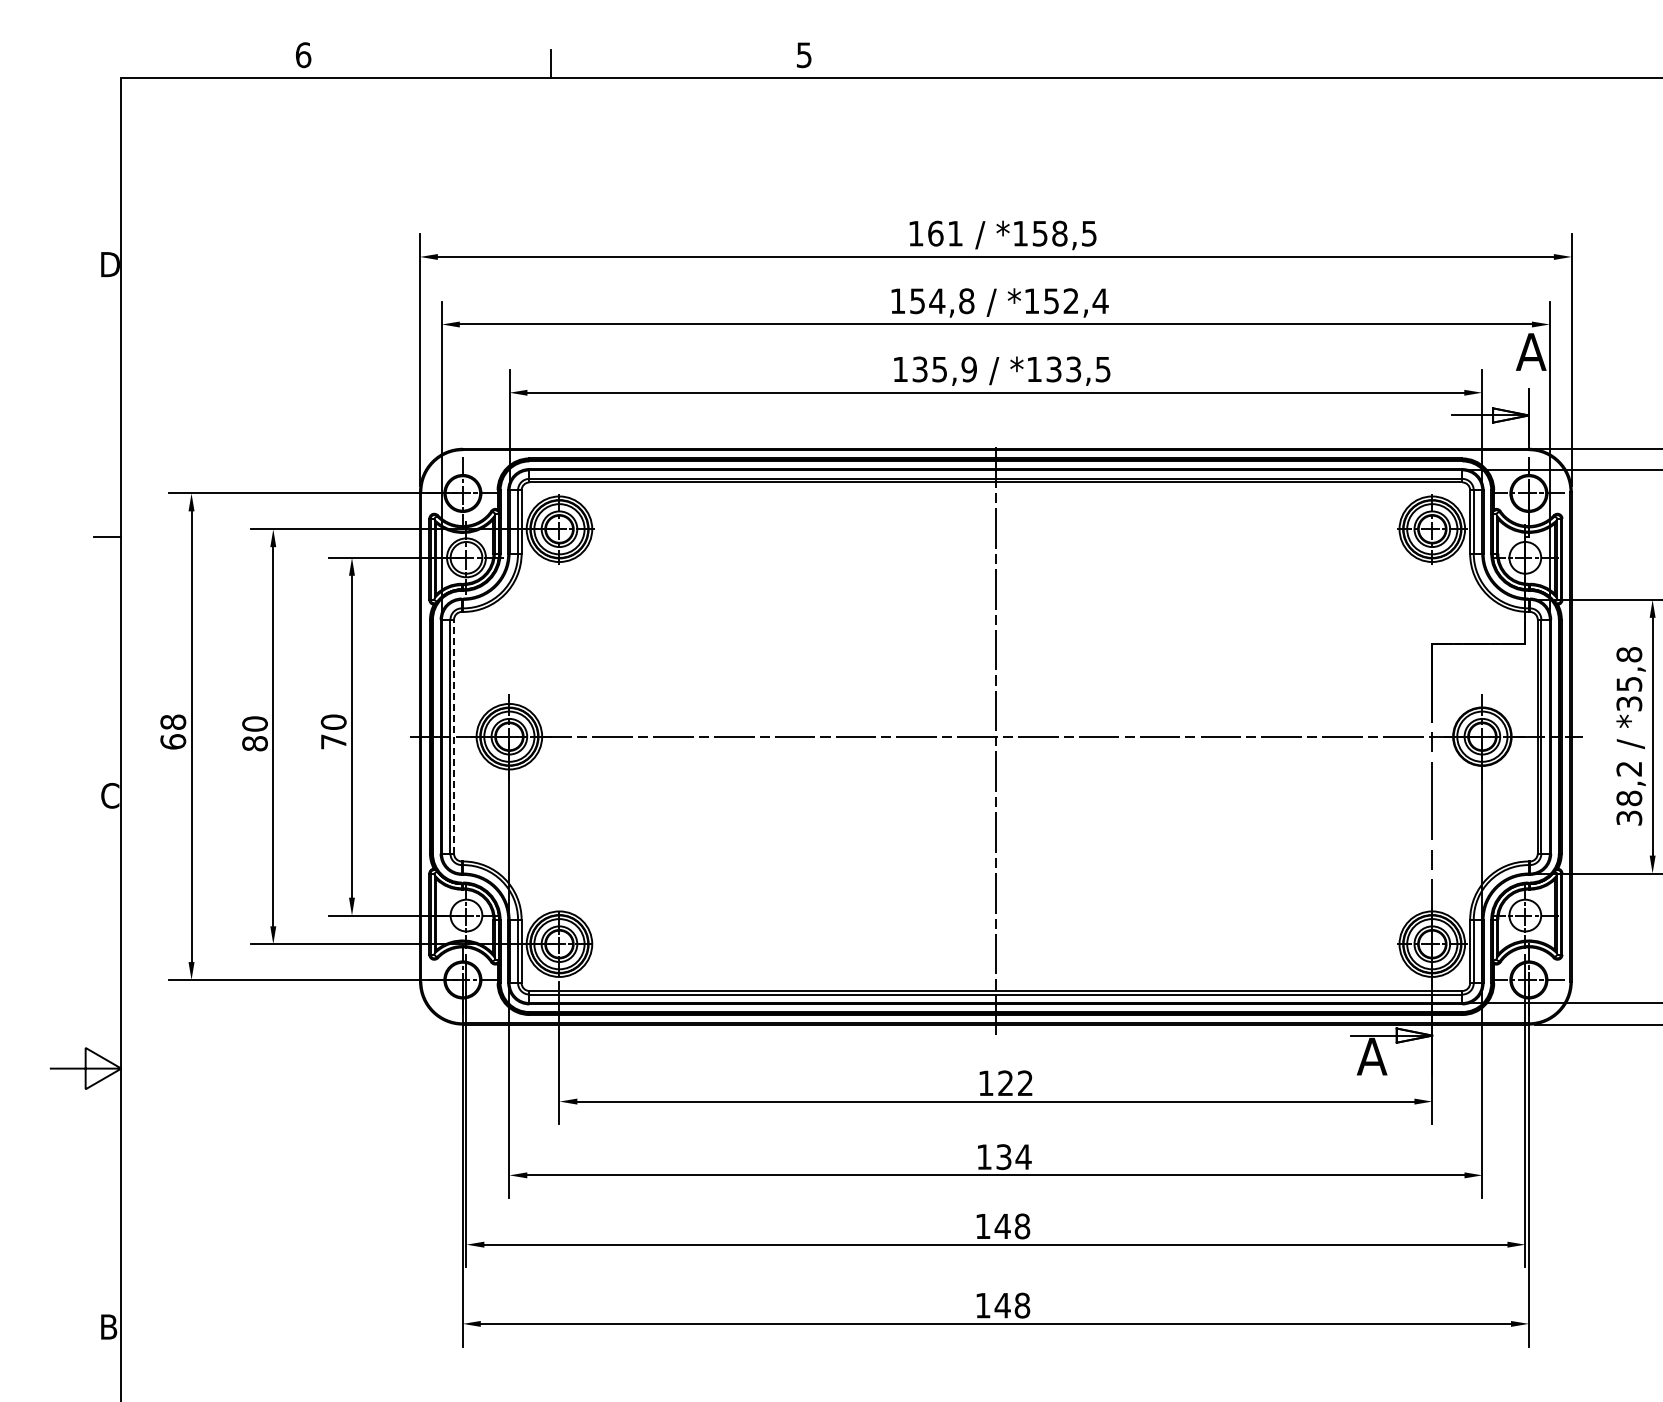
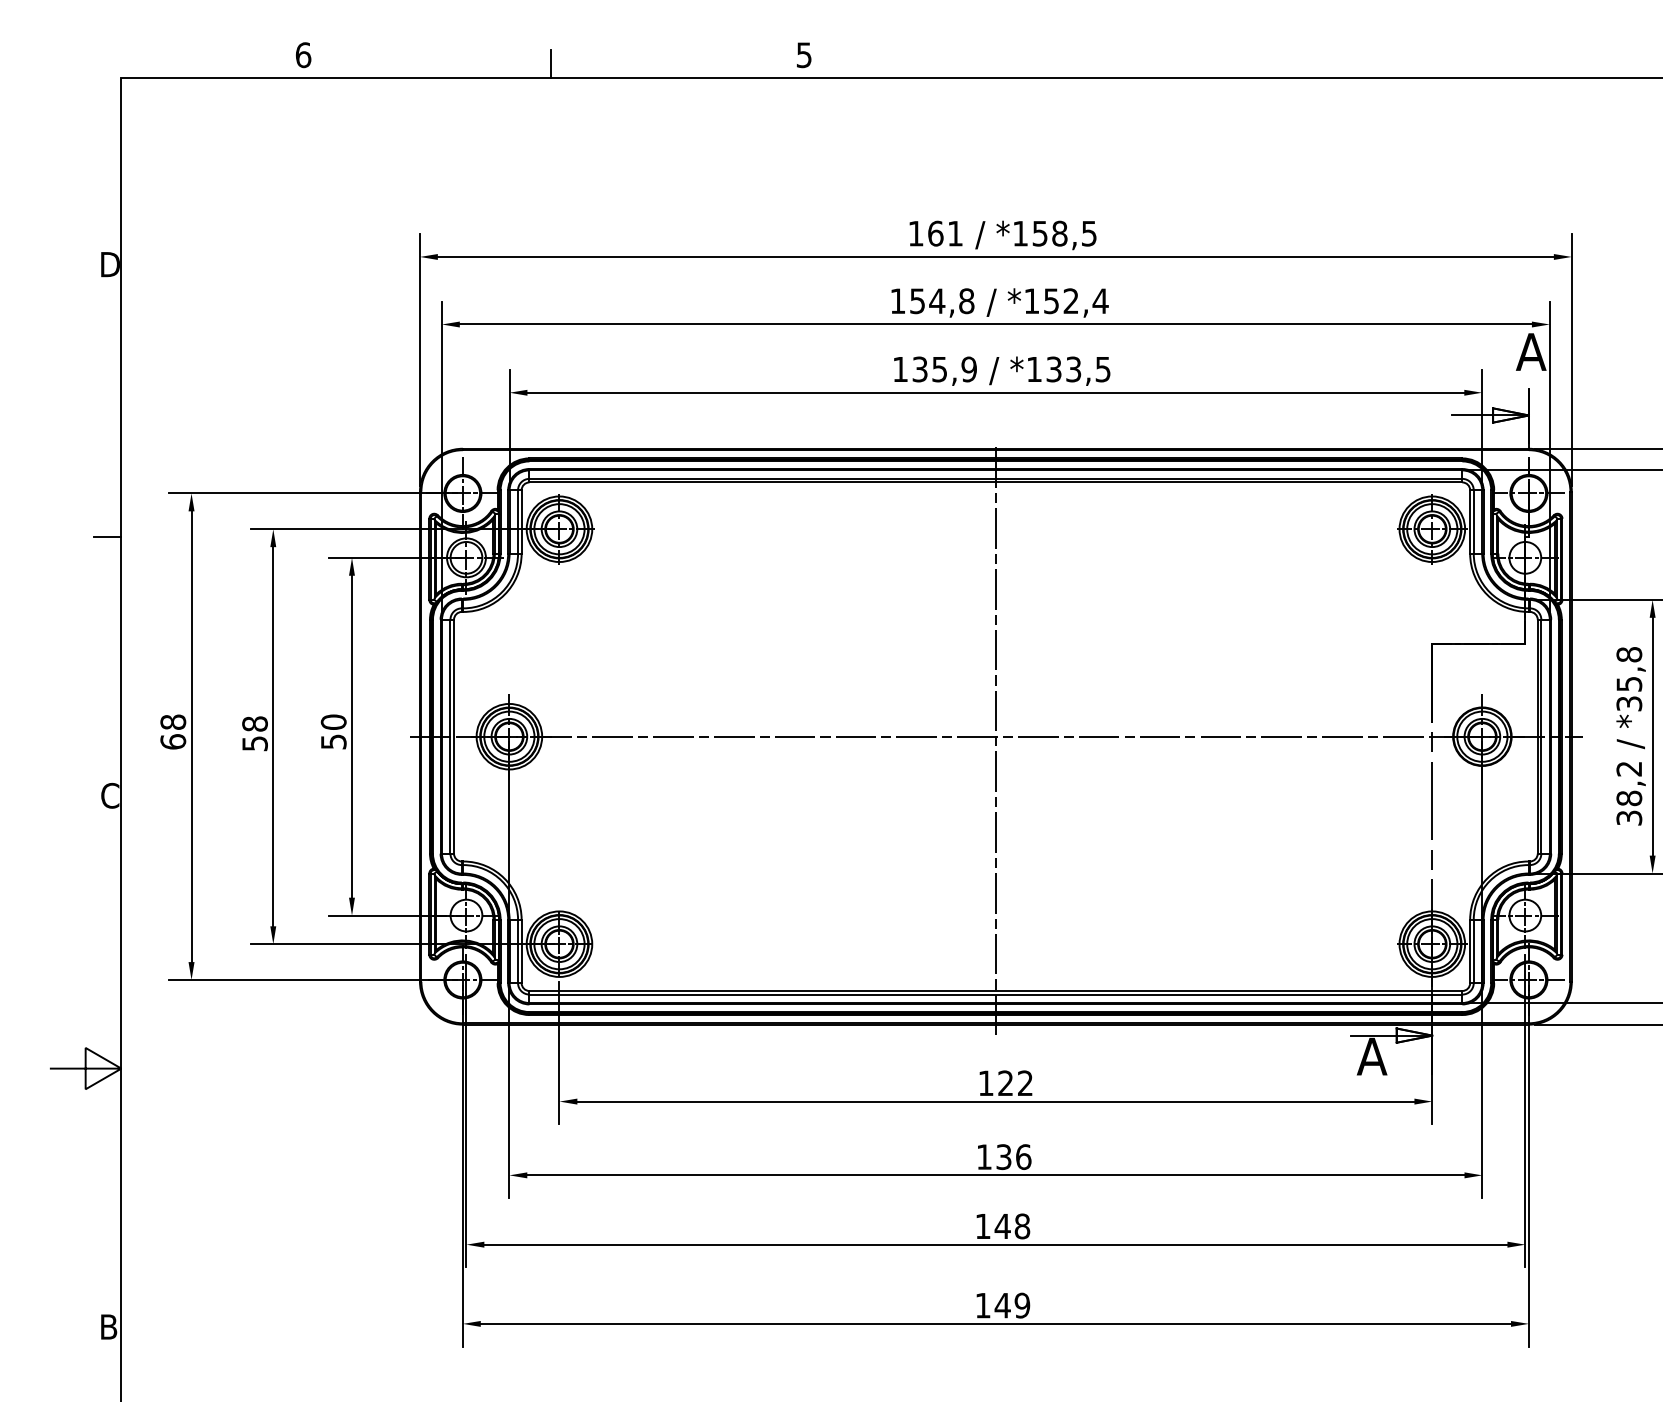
text at (254, 733): 80 -> 58
line at (454, 736): dashed -> solid
text at (333, 741): 70 -> 50
text at (1023, 1156): 134 -> 136
text at (1022, 1305): 148 -> 149
